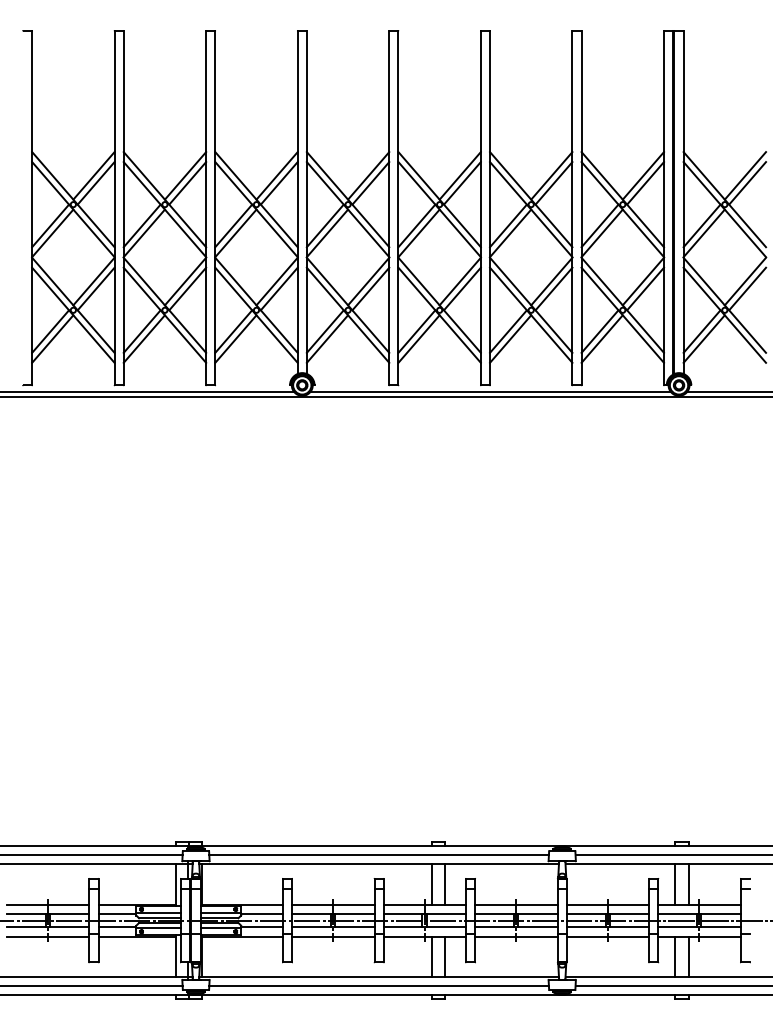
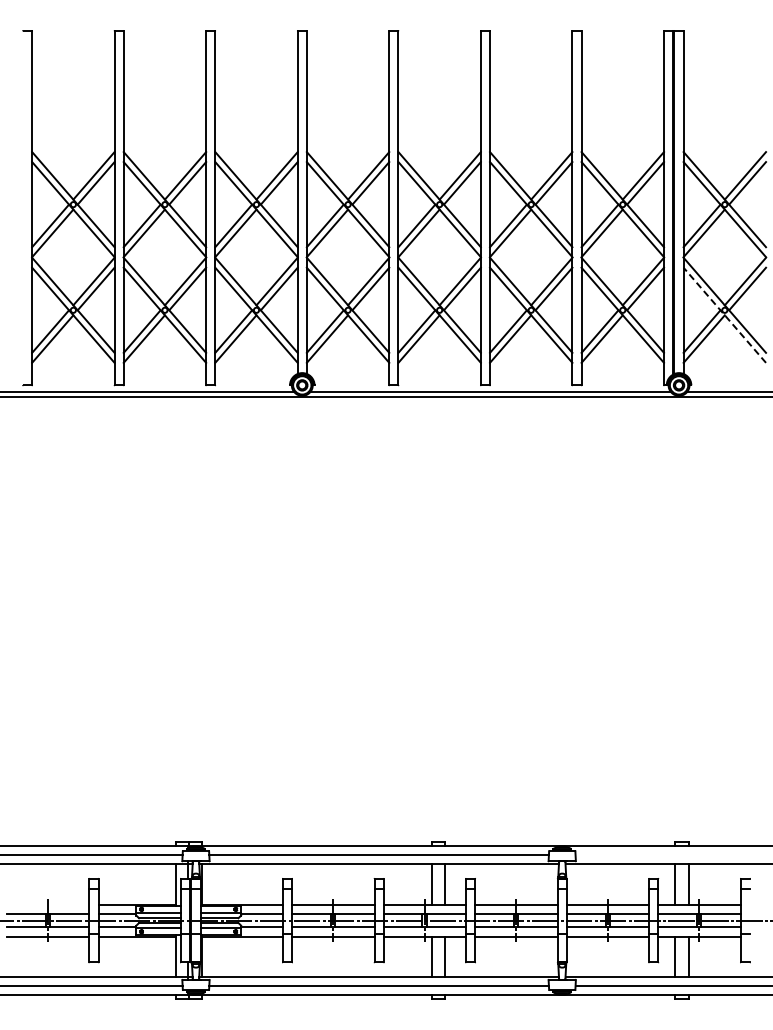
line at (724, 315): solid -> dashed
line at (672, 855): present -> none
line at (47, 904): present -> none
